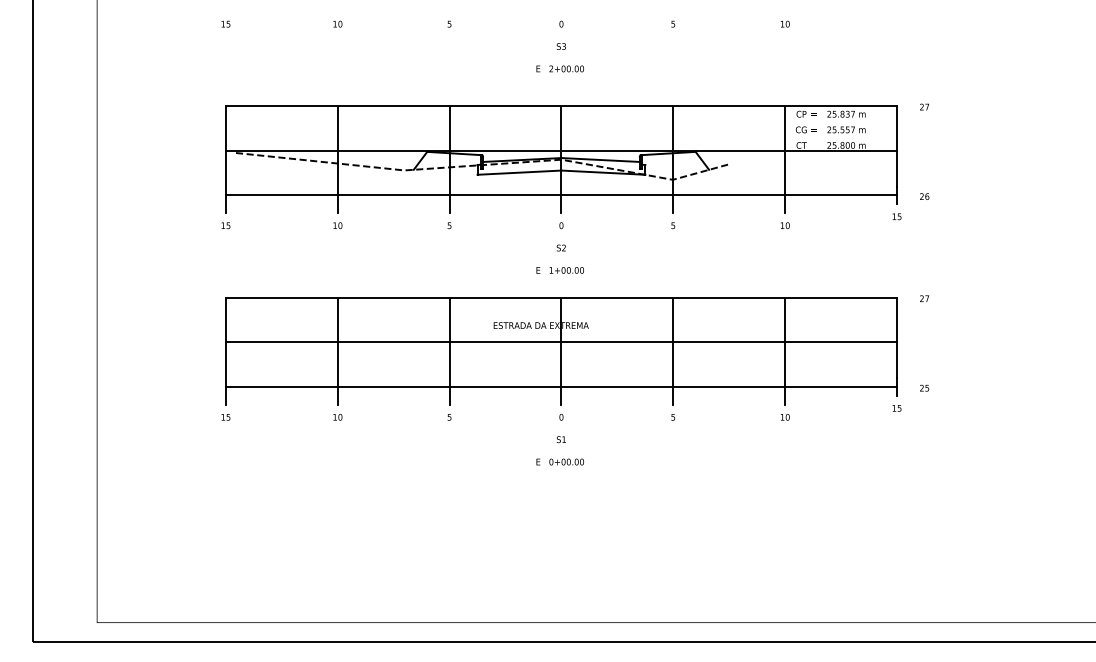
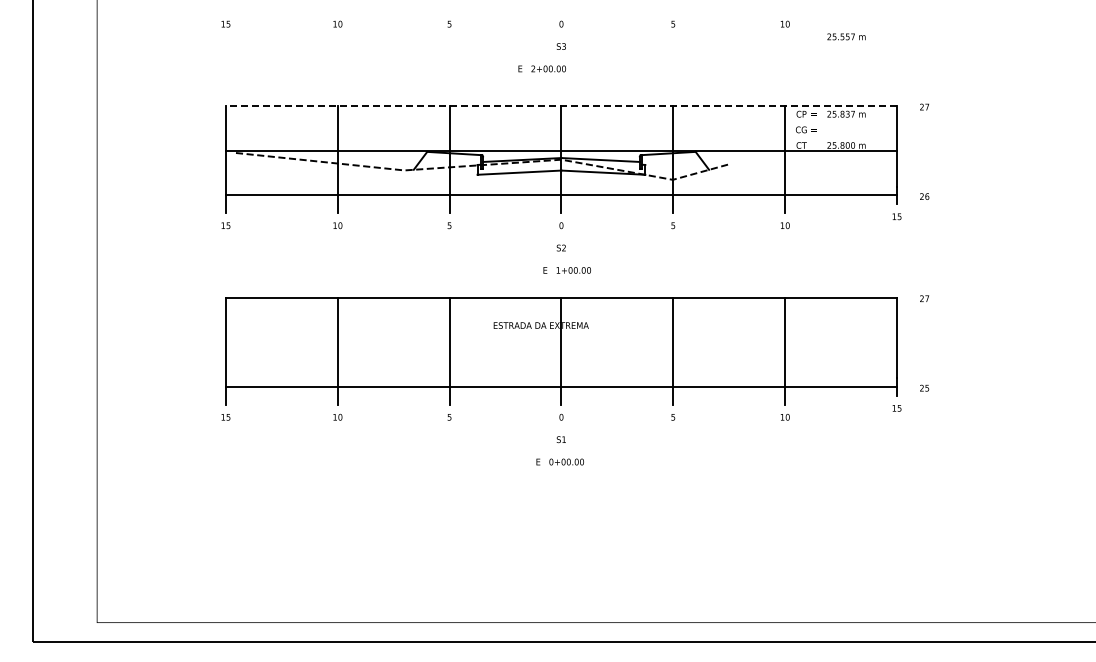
text at (559, 68) position: (559, 68) -> (541, 68)
line at (561, 106): solid -> dashed
text at (846, 129) position: (846, 129) -> (846, 36)
text at (559, 270) position: (559, 270) -> (566, 270)
line at (561, 342): present -> none
